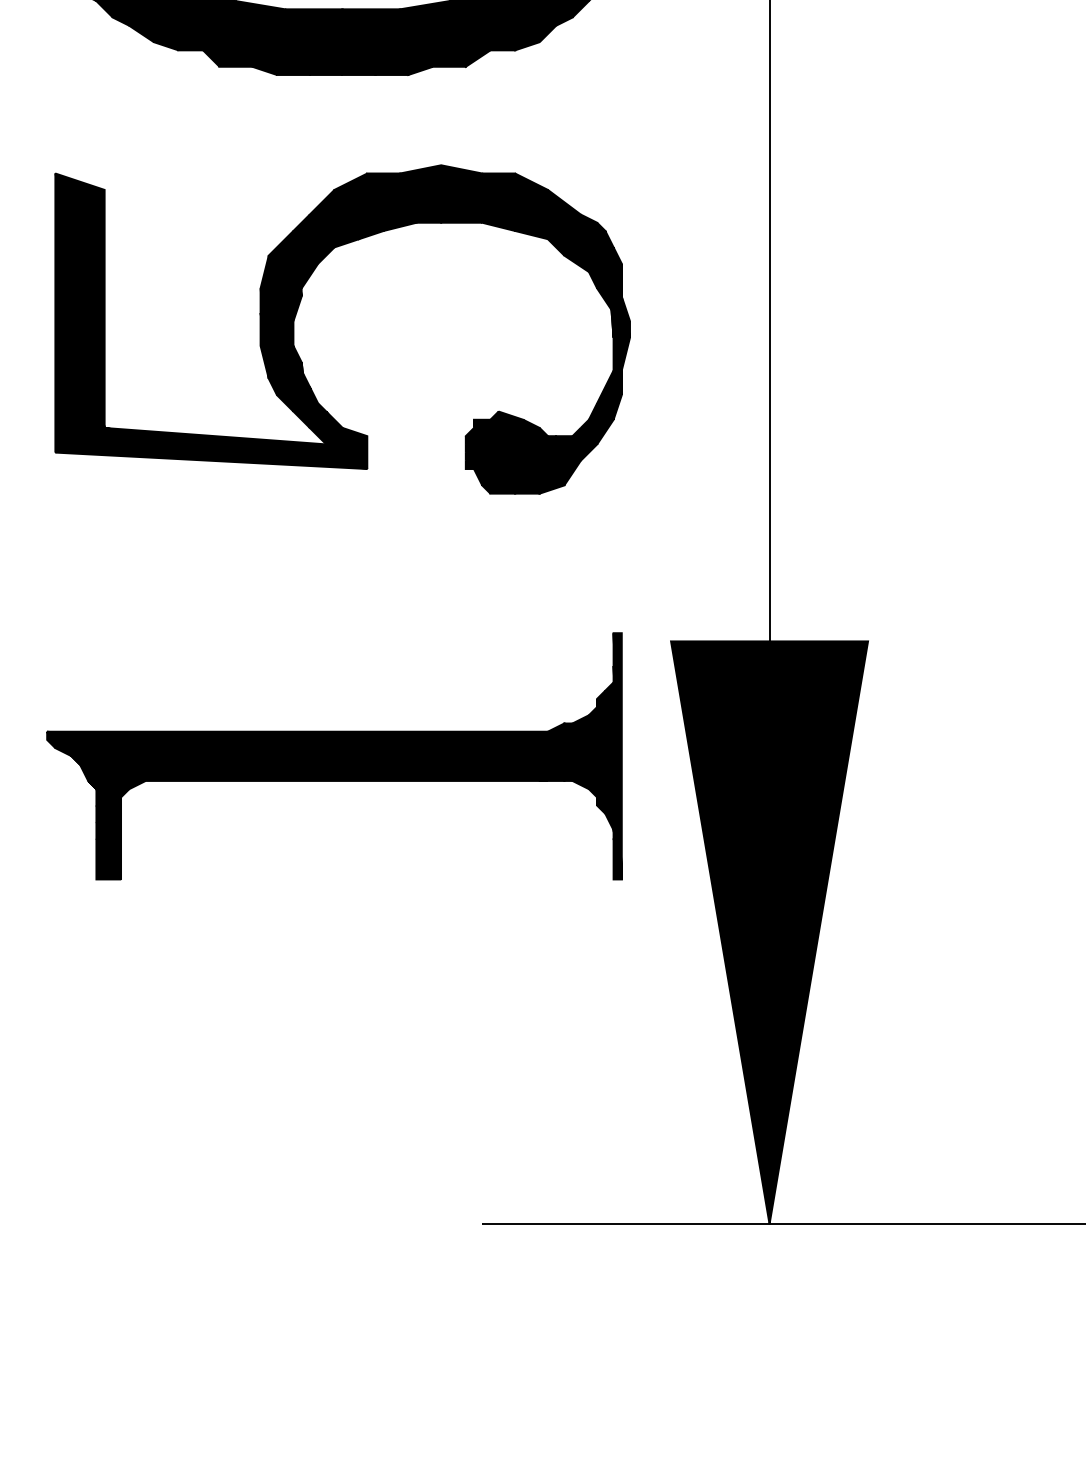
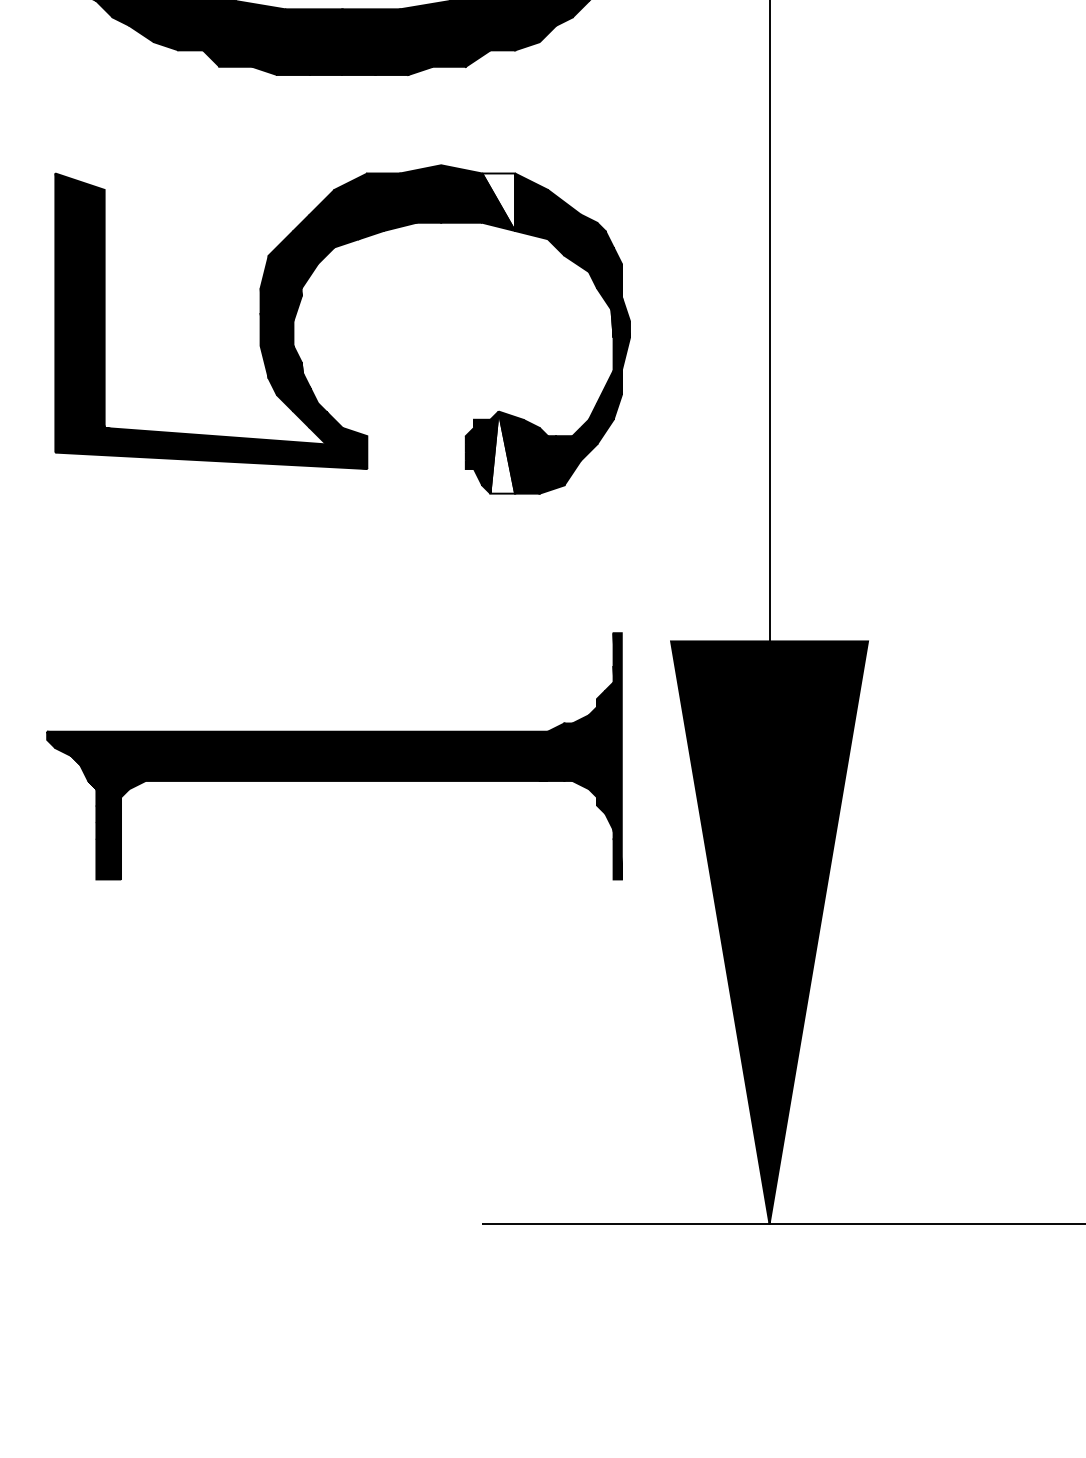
fill at (498, 201): present -> none
fill at (502, 452): present -> none
